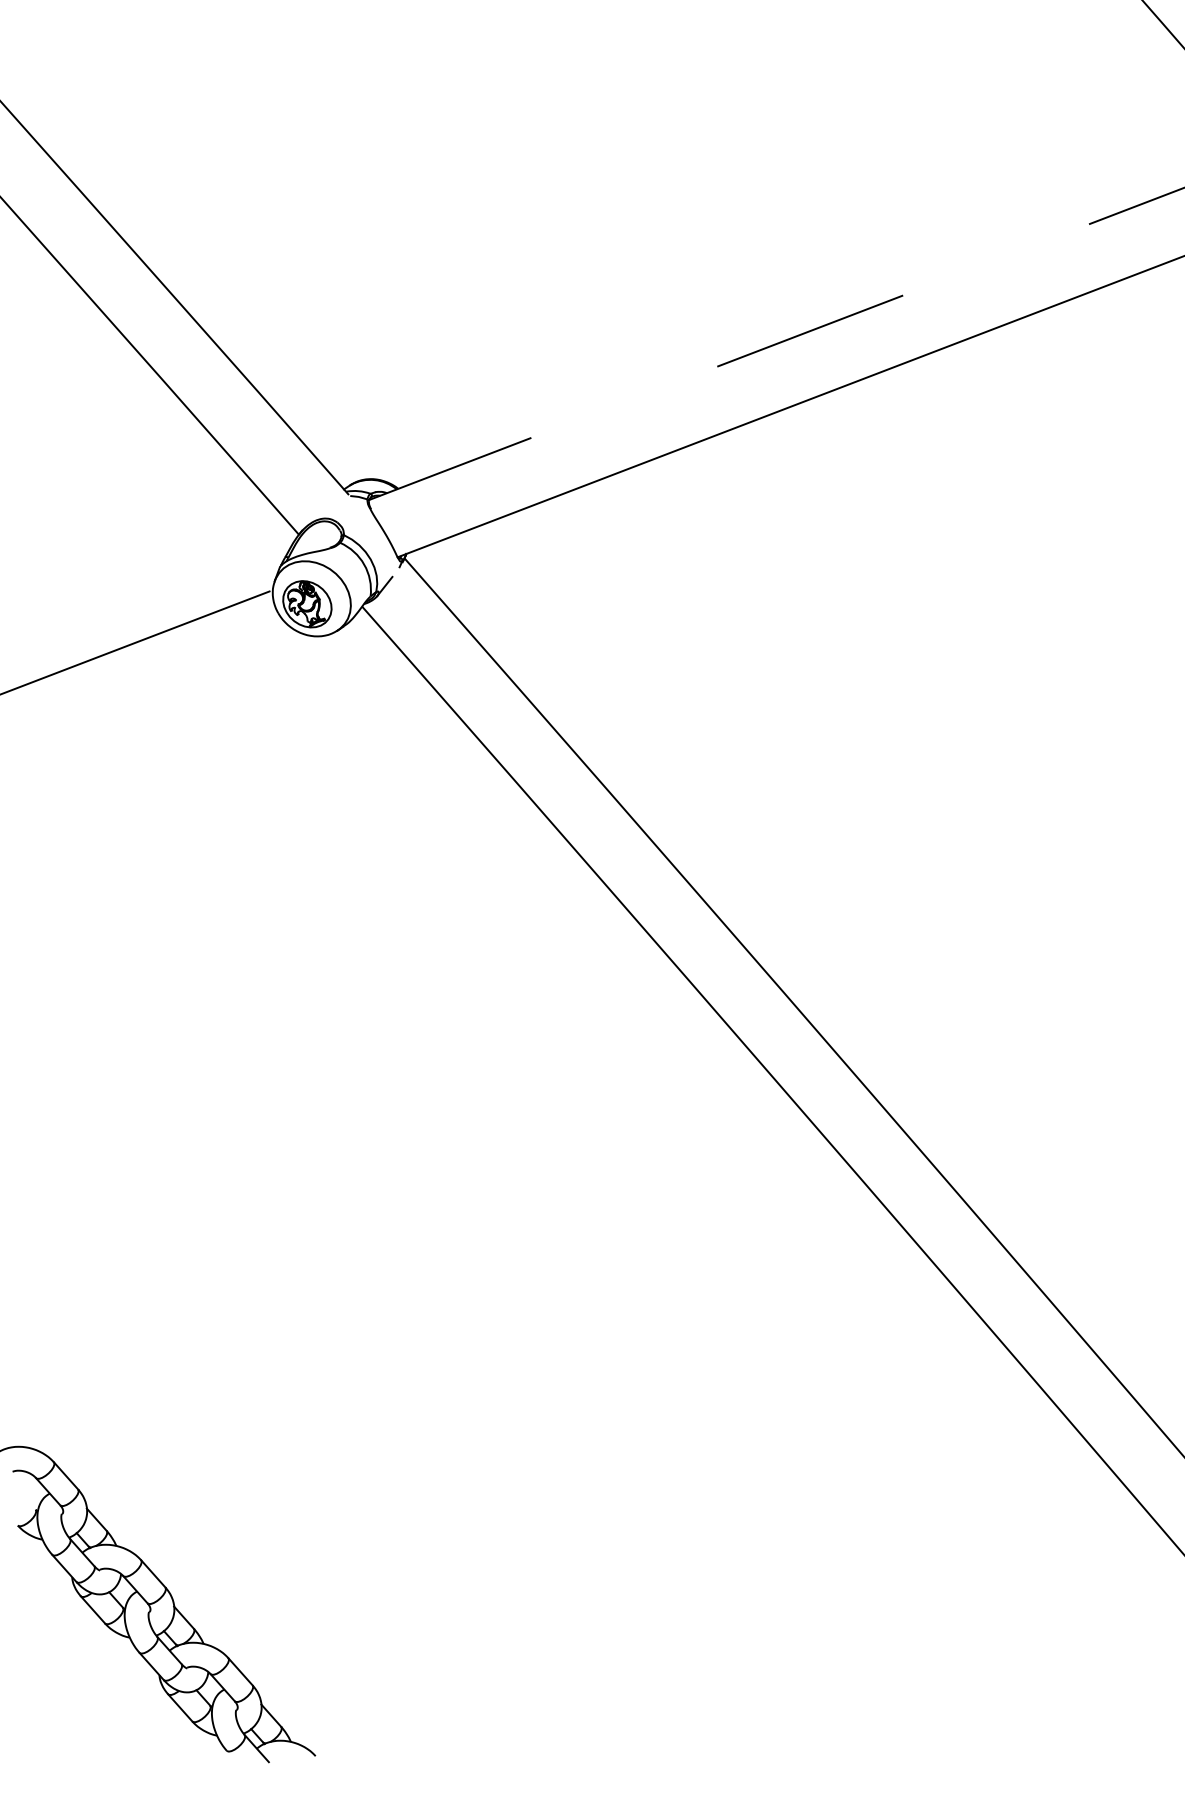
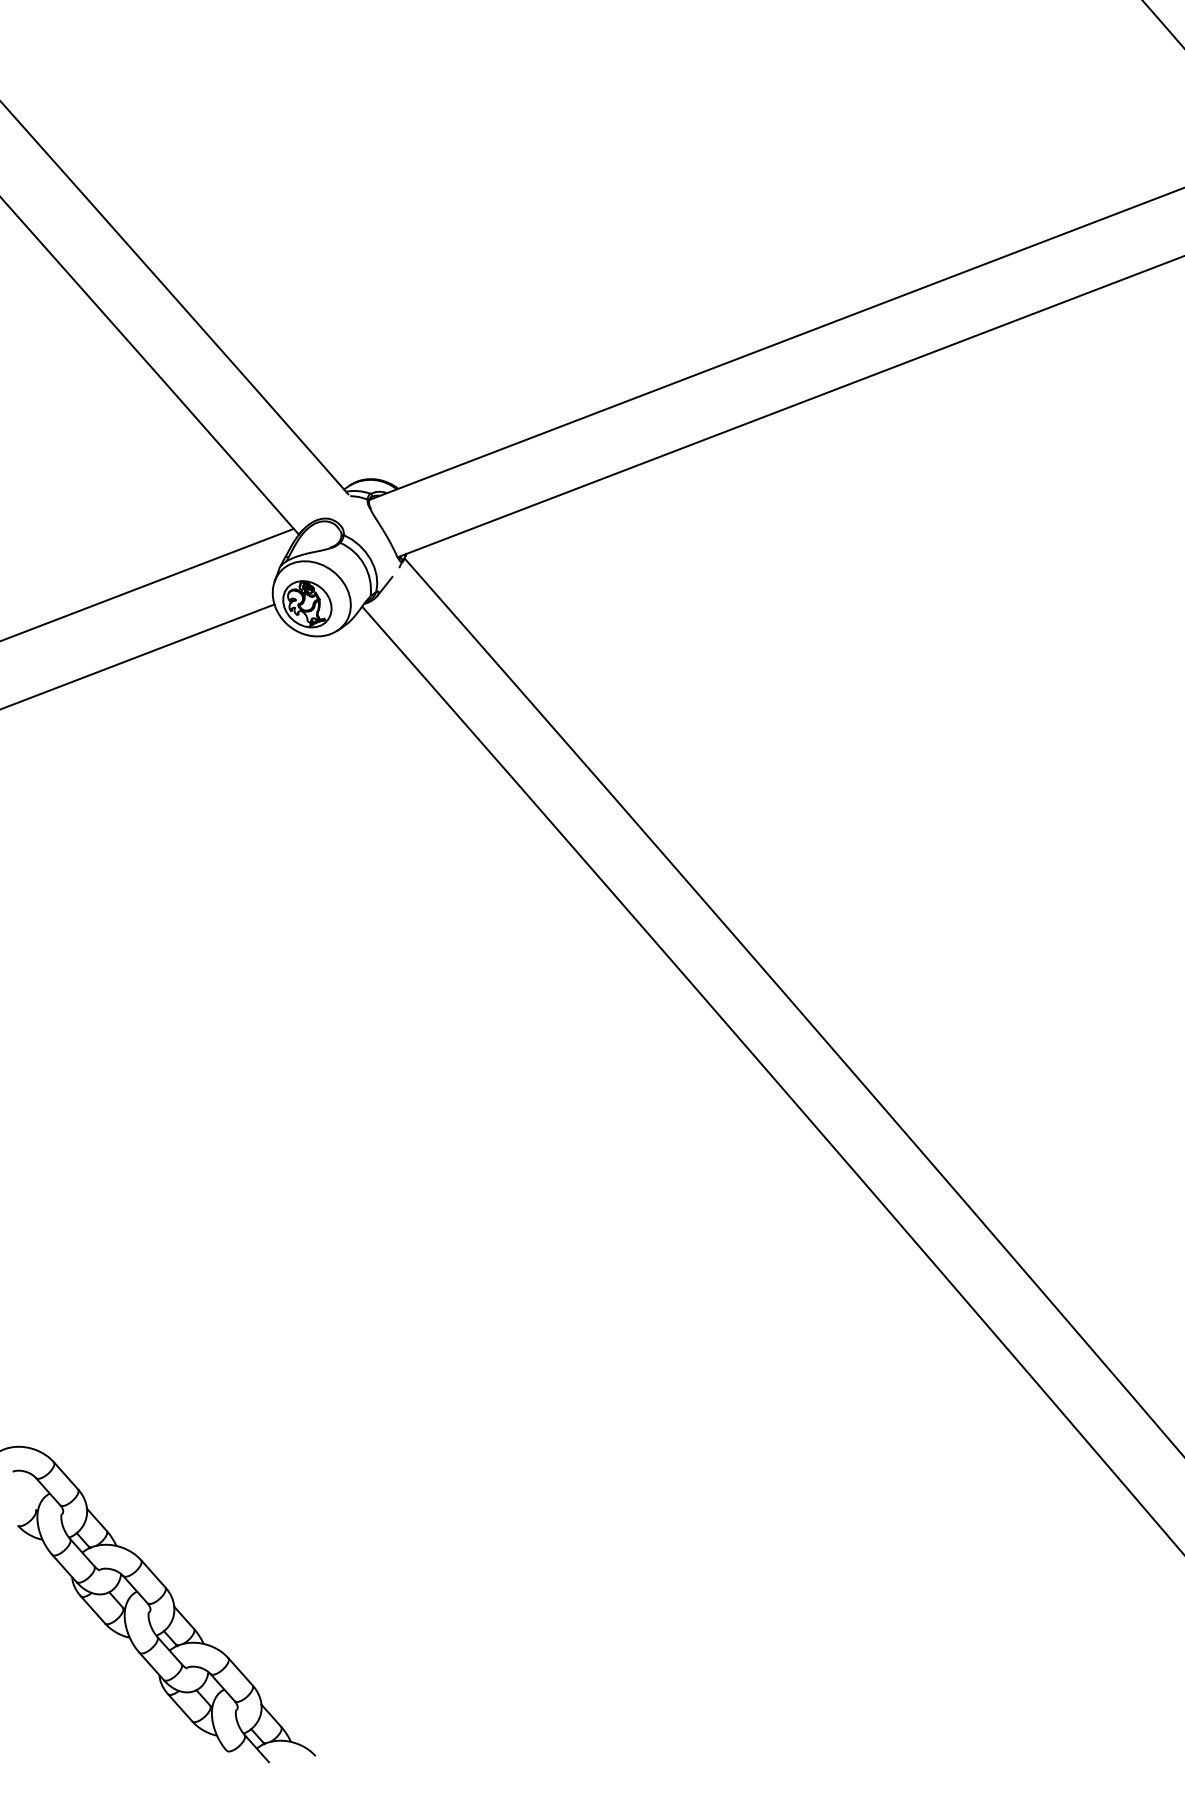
line at (776, 344): dashed -> solid
line at (147, 584): none -> present
line at (135, 642) position: (135, 642) -> (138, 656)
